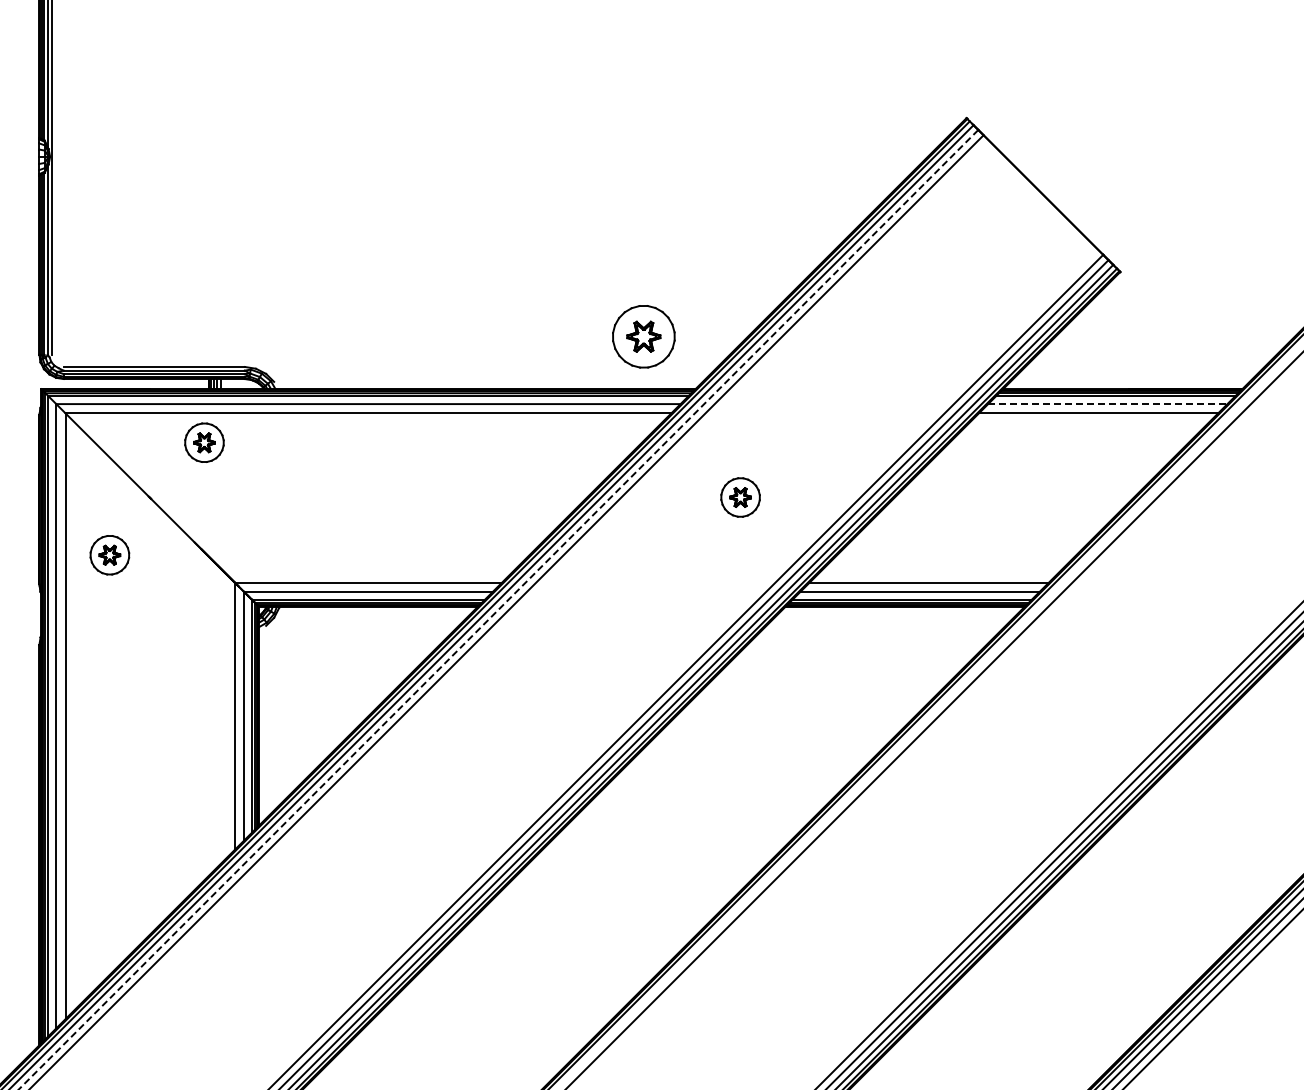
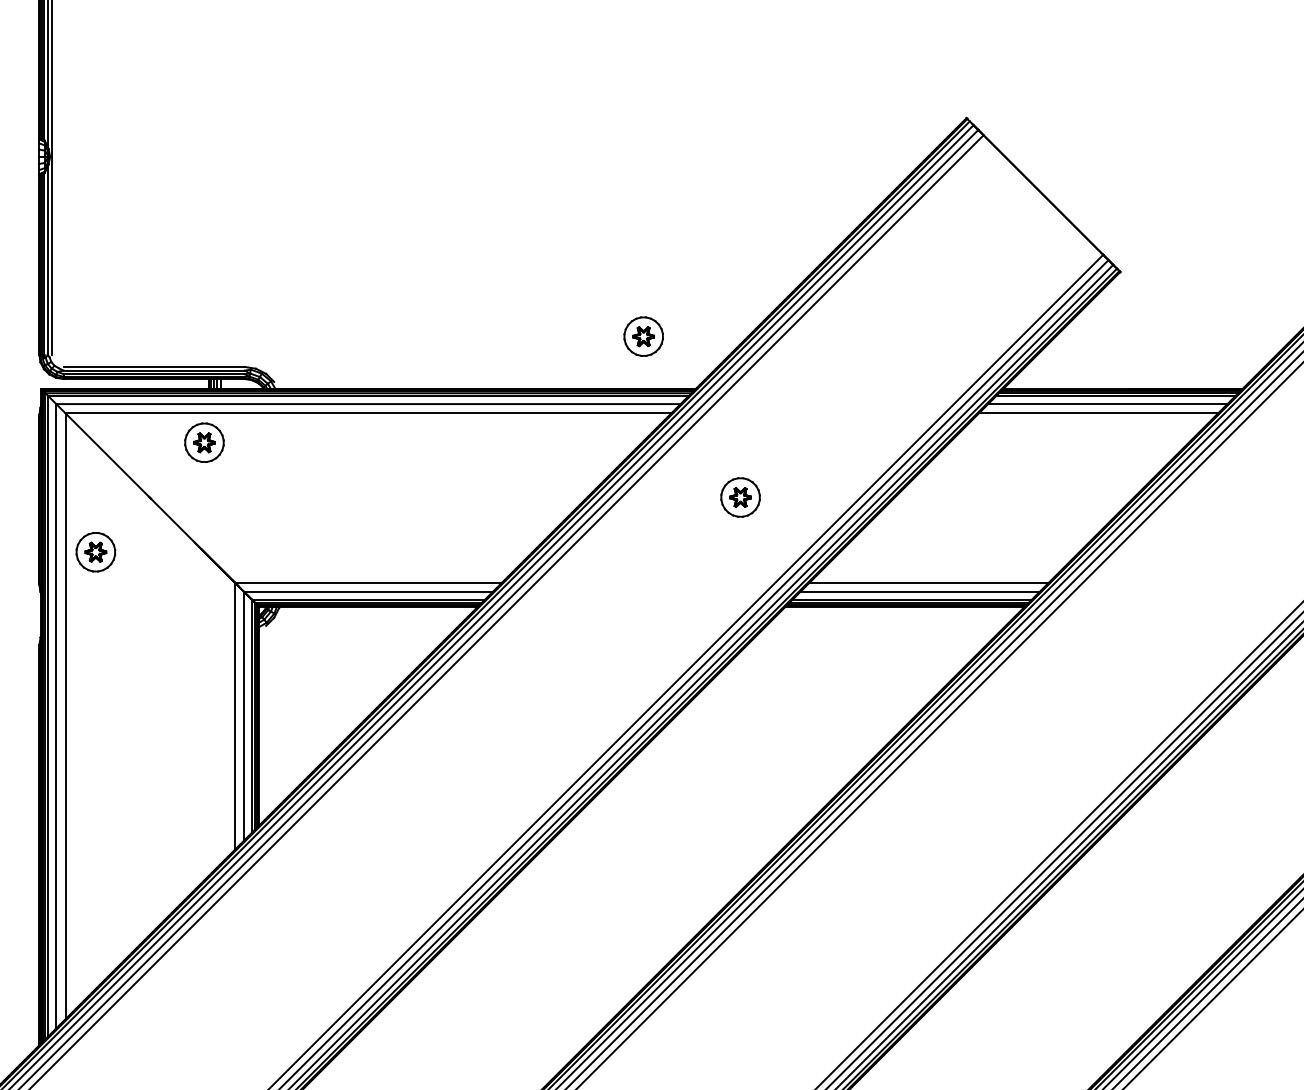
part at (643, 336) size: 64x64 px -> 41x41 px
line at (1107, 404): dashed -> solid
part at (109, 555) position: (109, 555) -> (95, 552)
line at (498, 610): dashed -> solid
line at (929, 715): none -> present
line at (939, 725): none -> present
